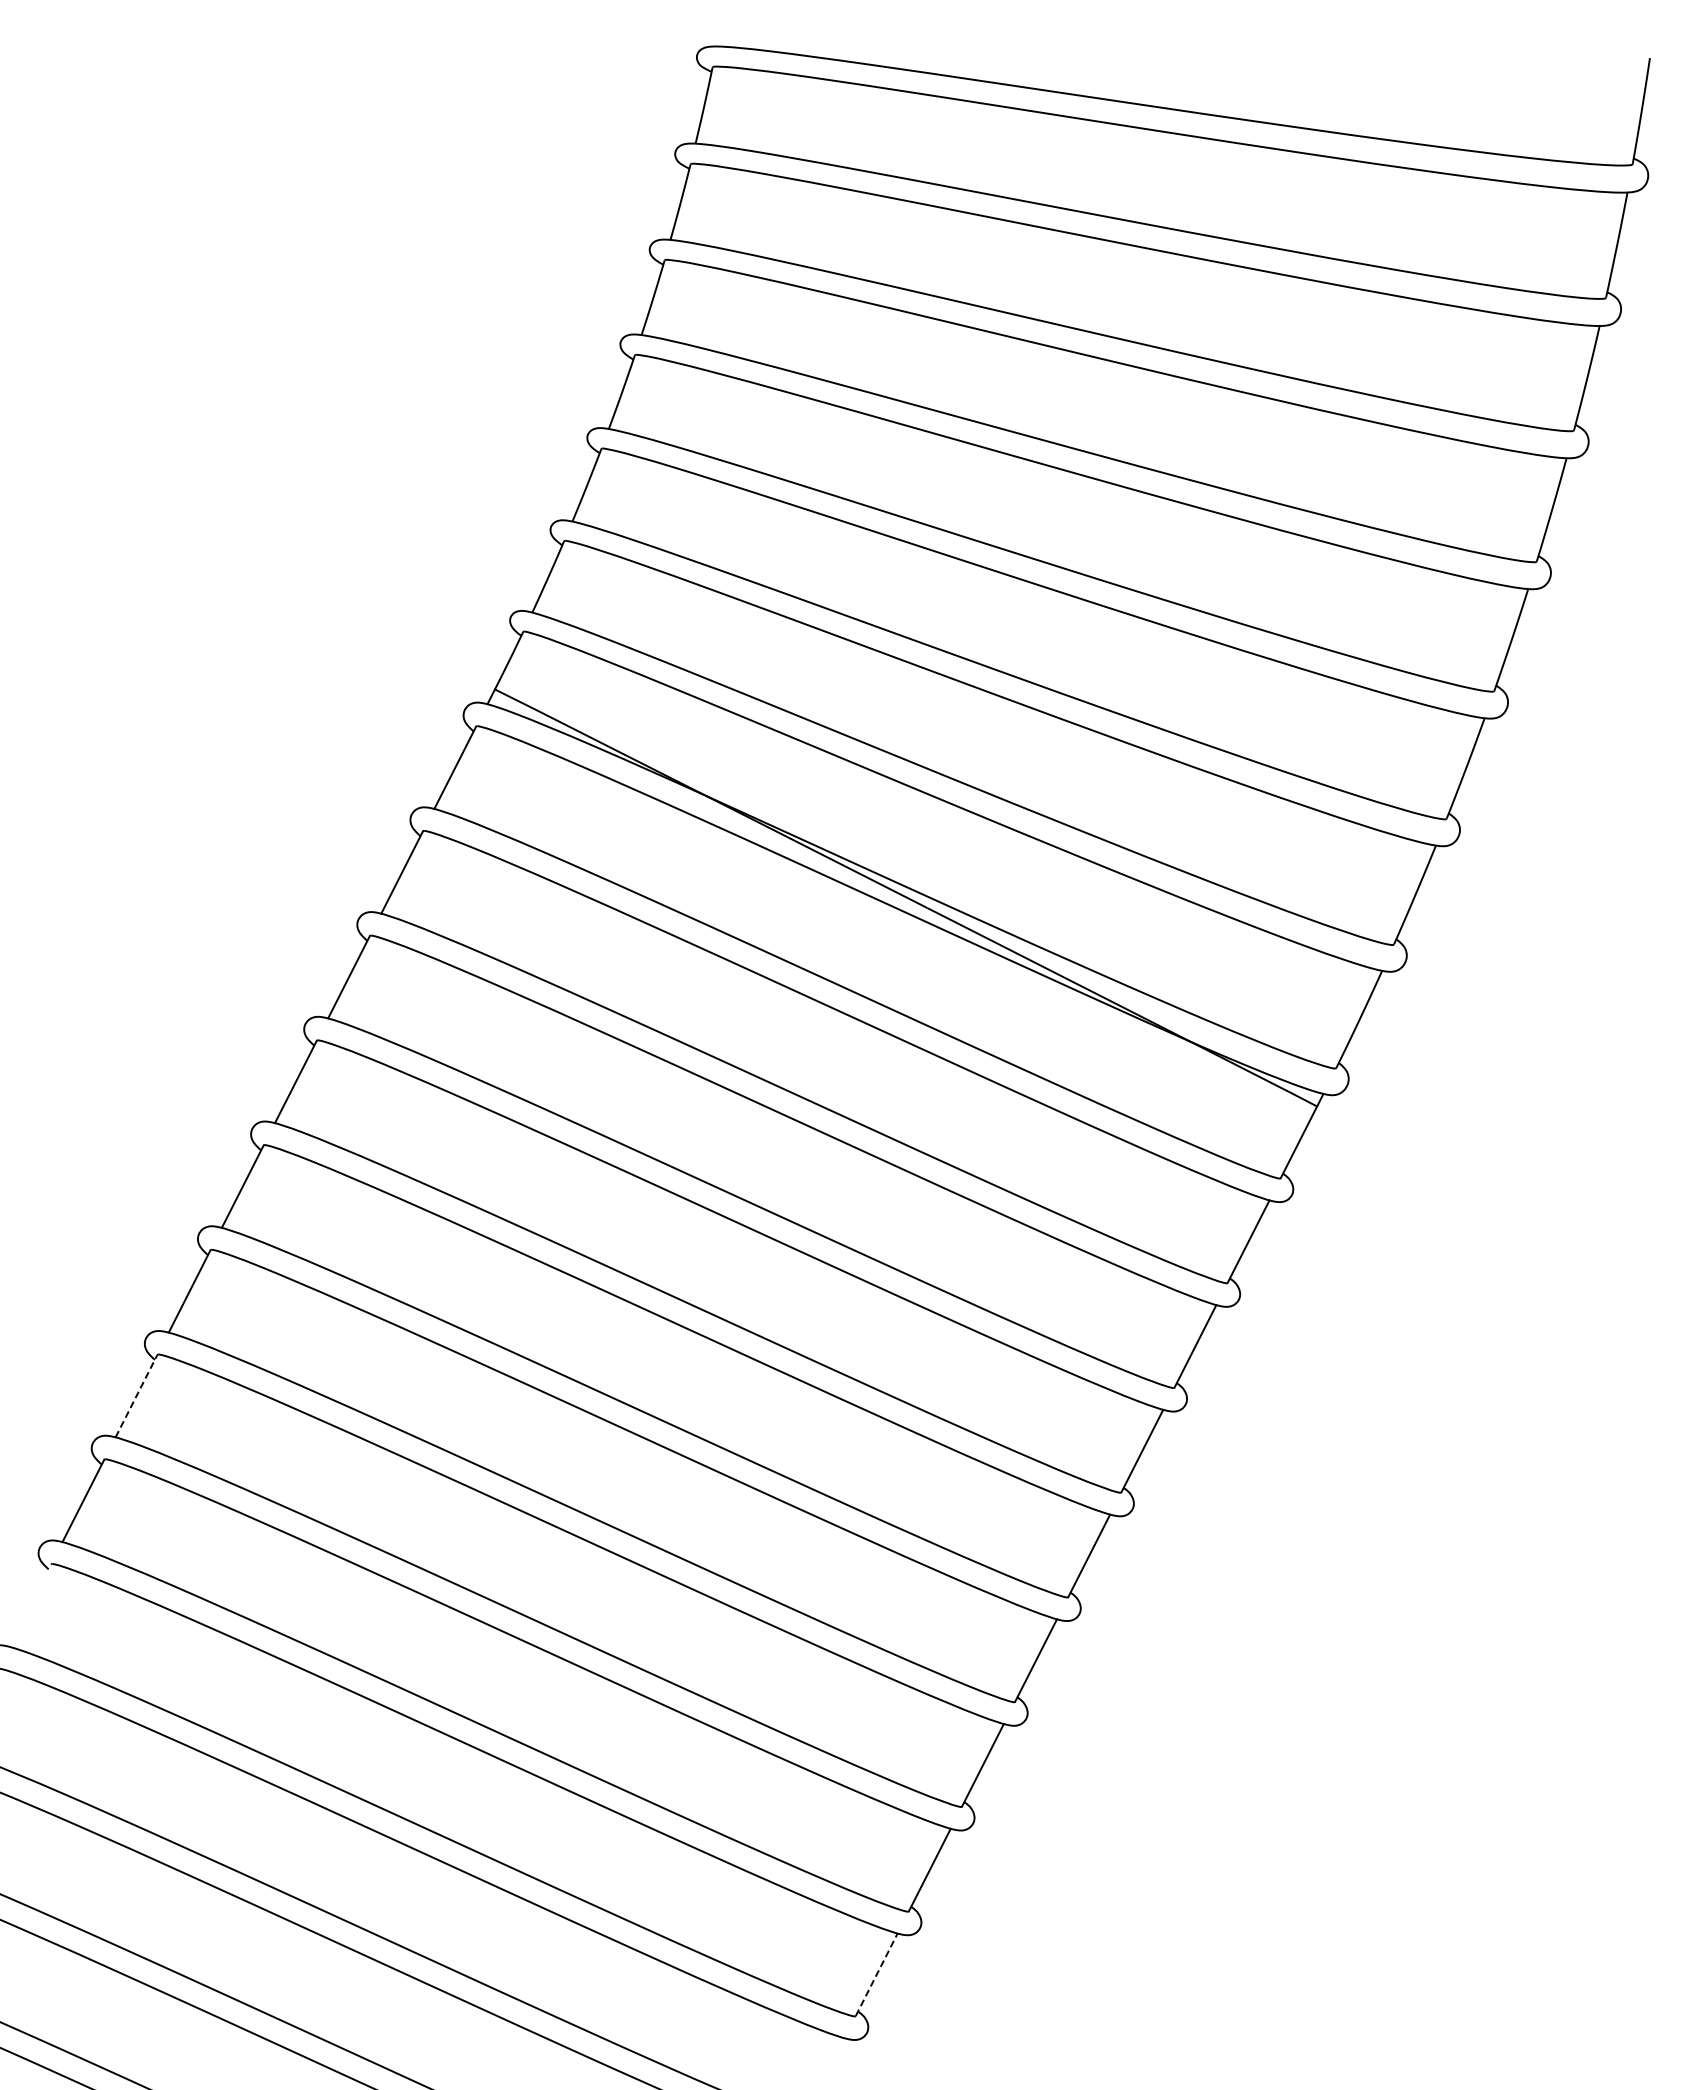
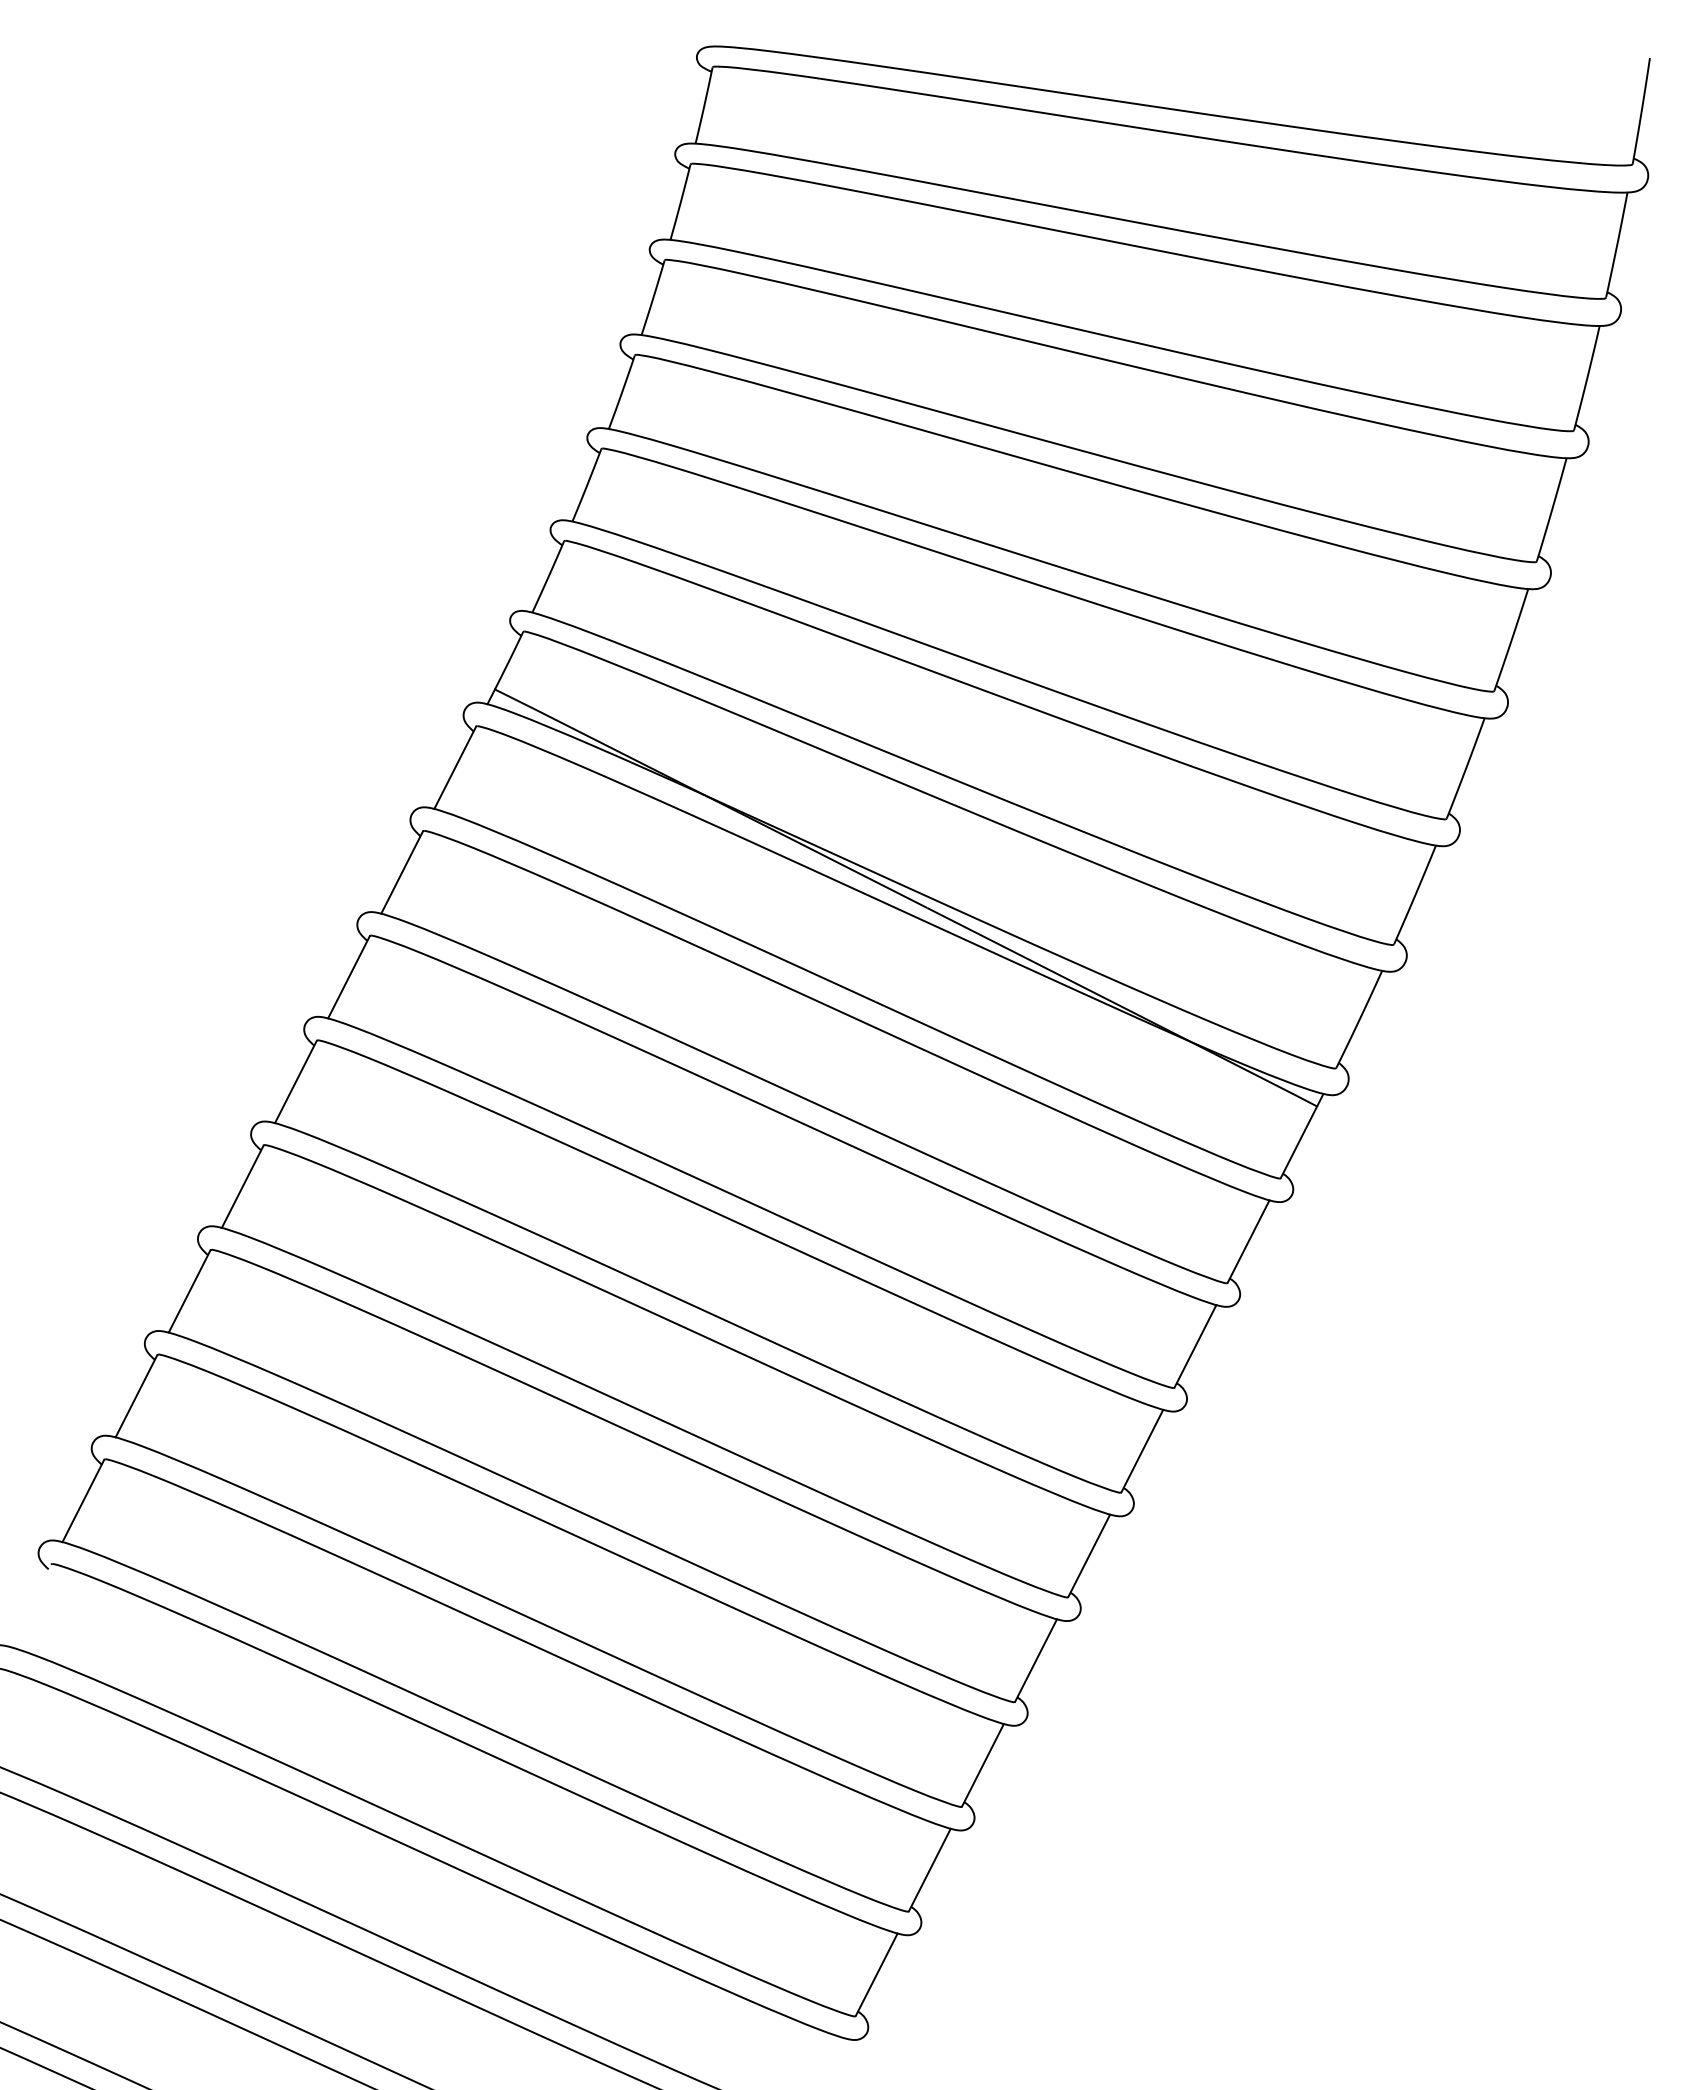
line at (136, 1395): dashed -> solid
line at (876, 1974): dashed -> solid
